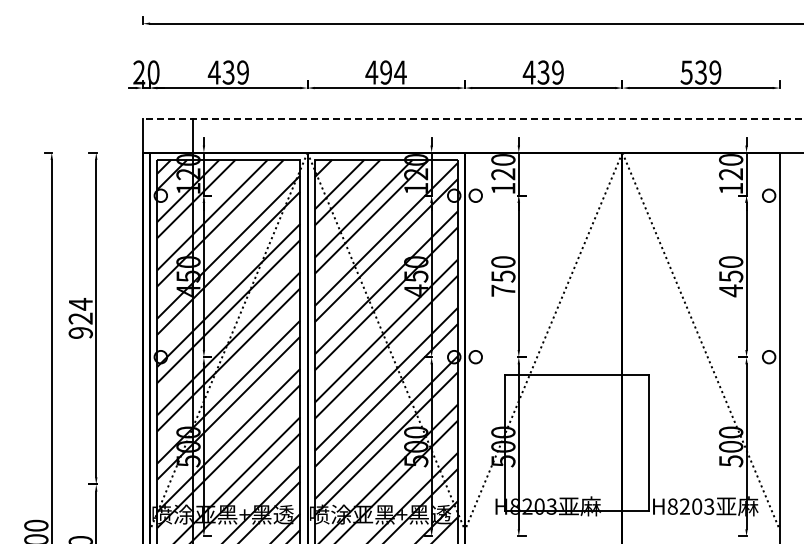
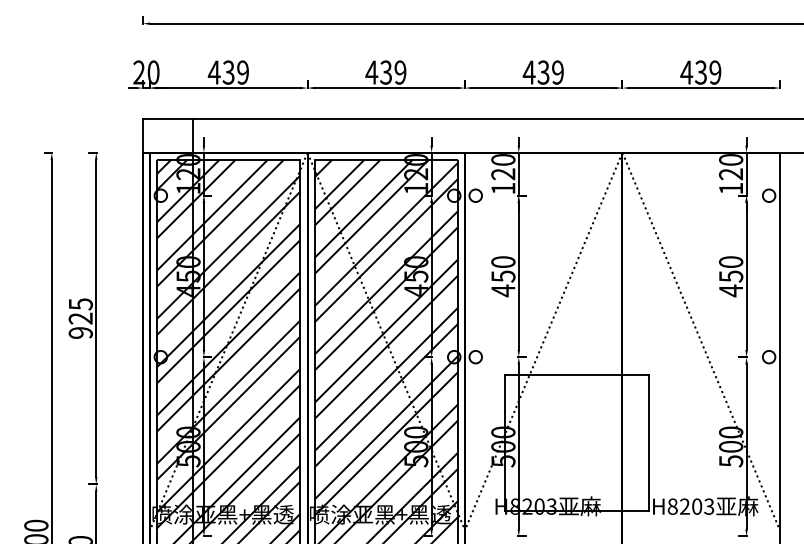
text at (393, 72): 494 -> 439
text at (686, 72): 539 -> 439
line at (472, 118): dashed -> solid
text at (503, 290): 750 -> 450
text at (80, 304): 924 -> 925
